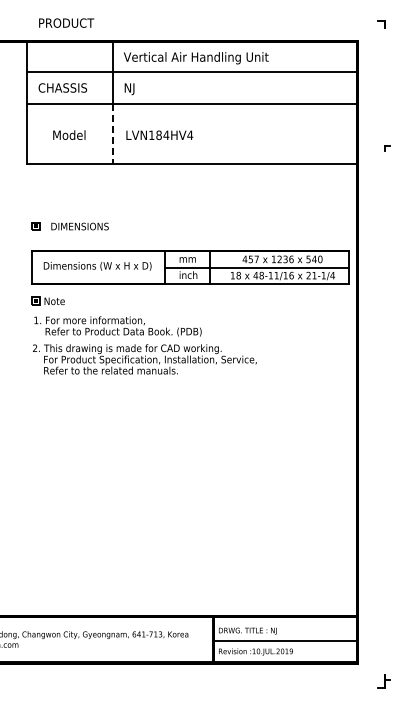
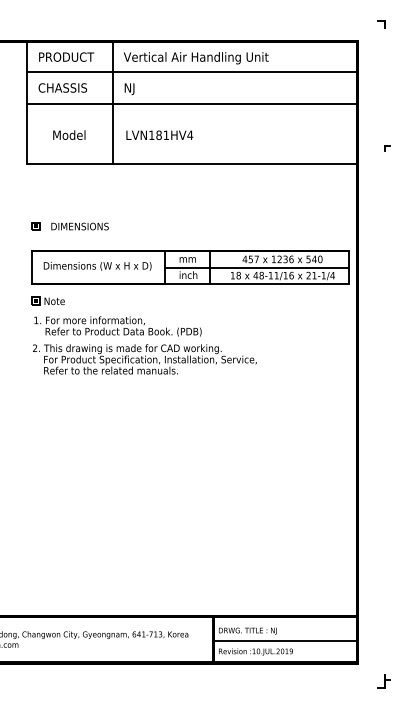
text at (66, 22) position: (66, 22) -> (66, 56)
line at (113, 134): dashed -> solid
text at (166, 134): LVN184HV4 -> LVN181HV4
